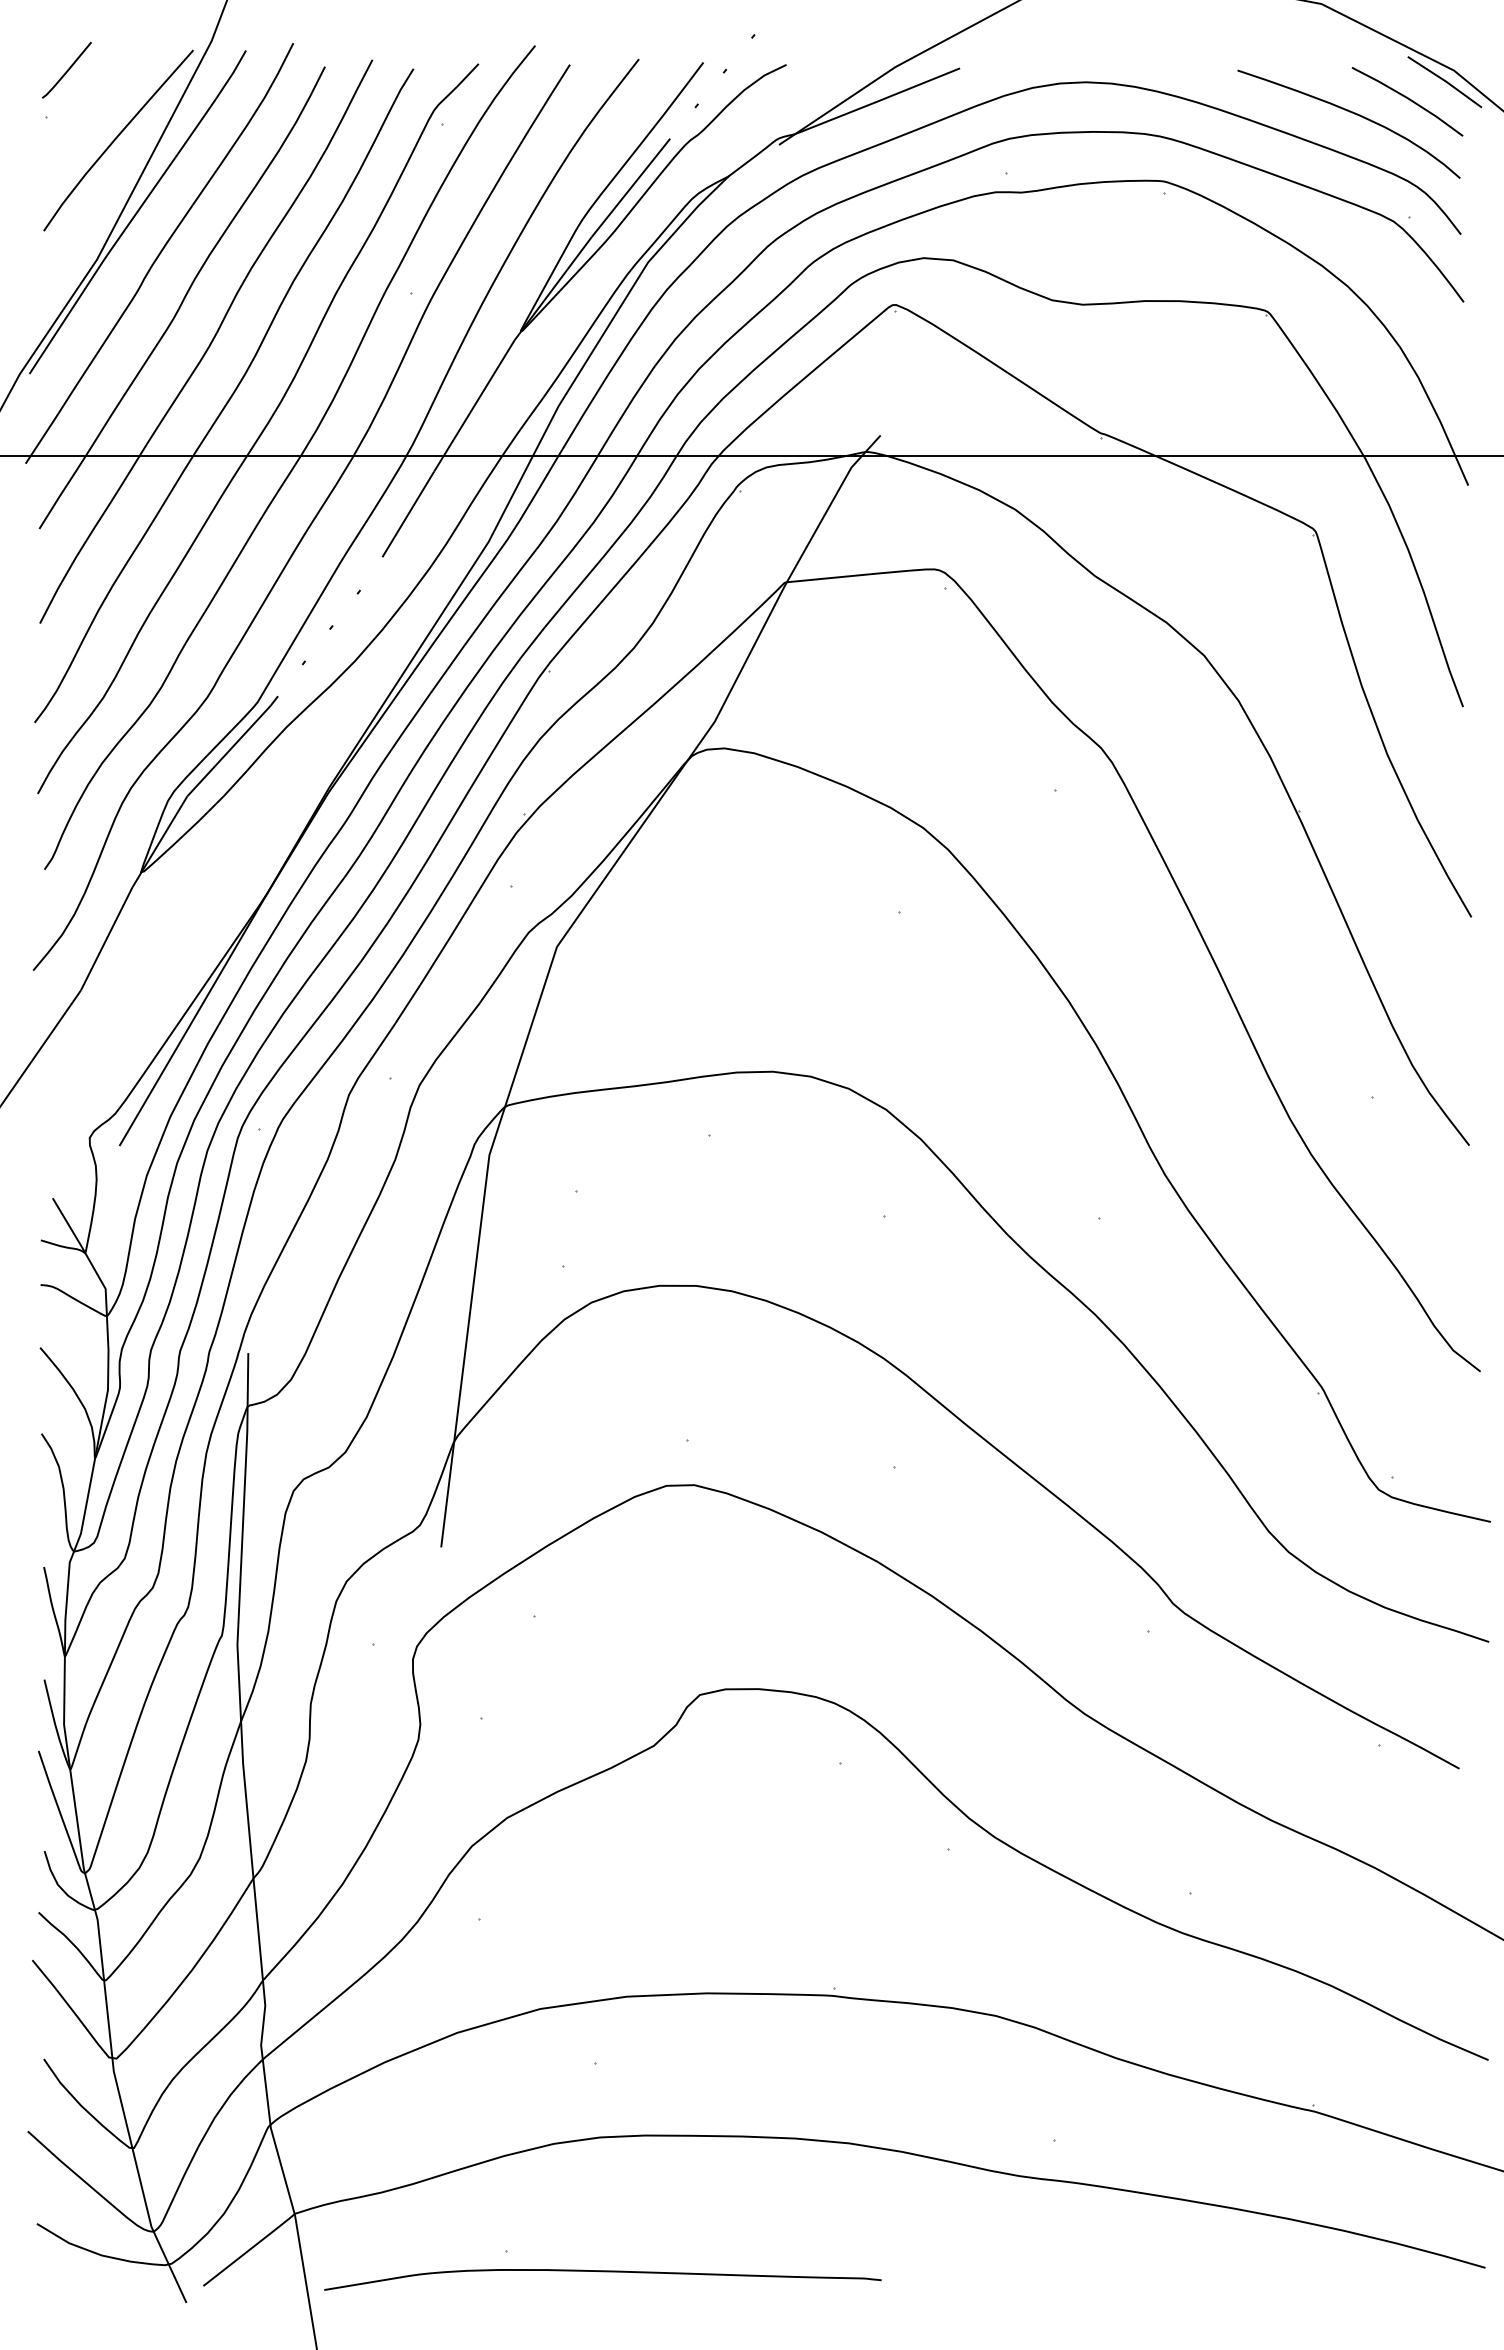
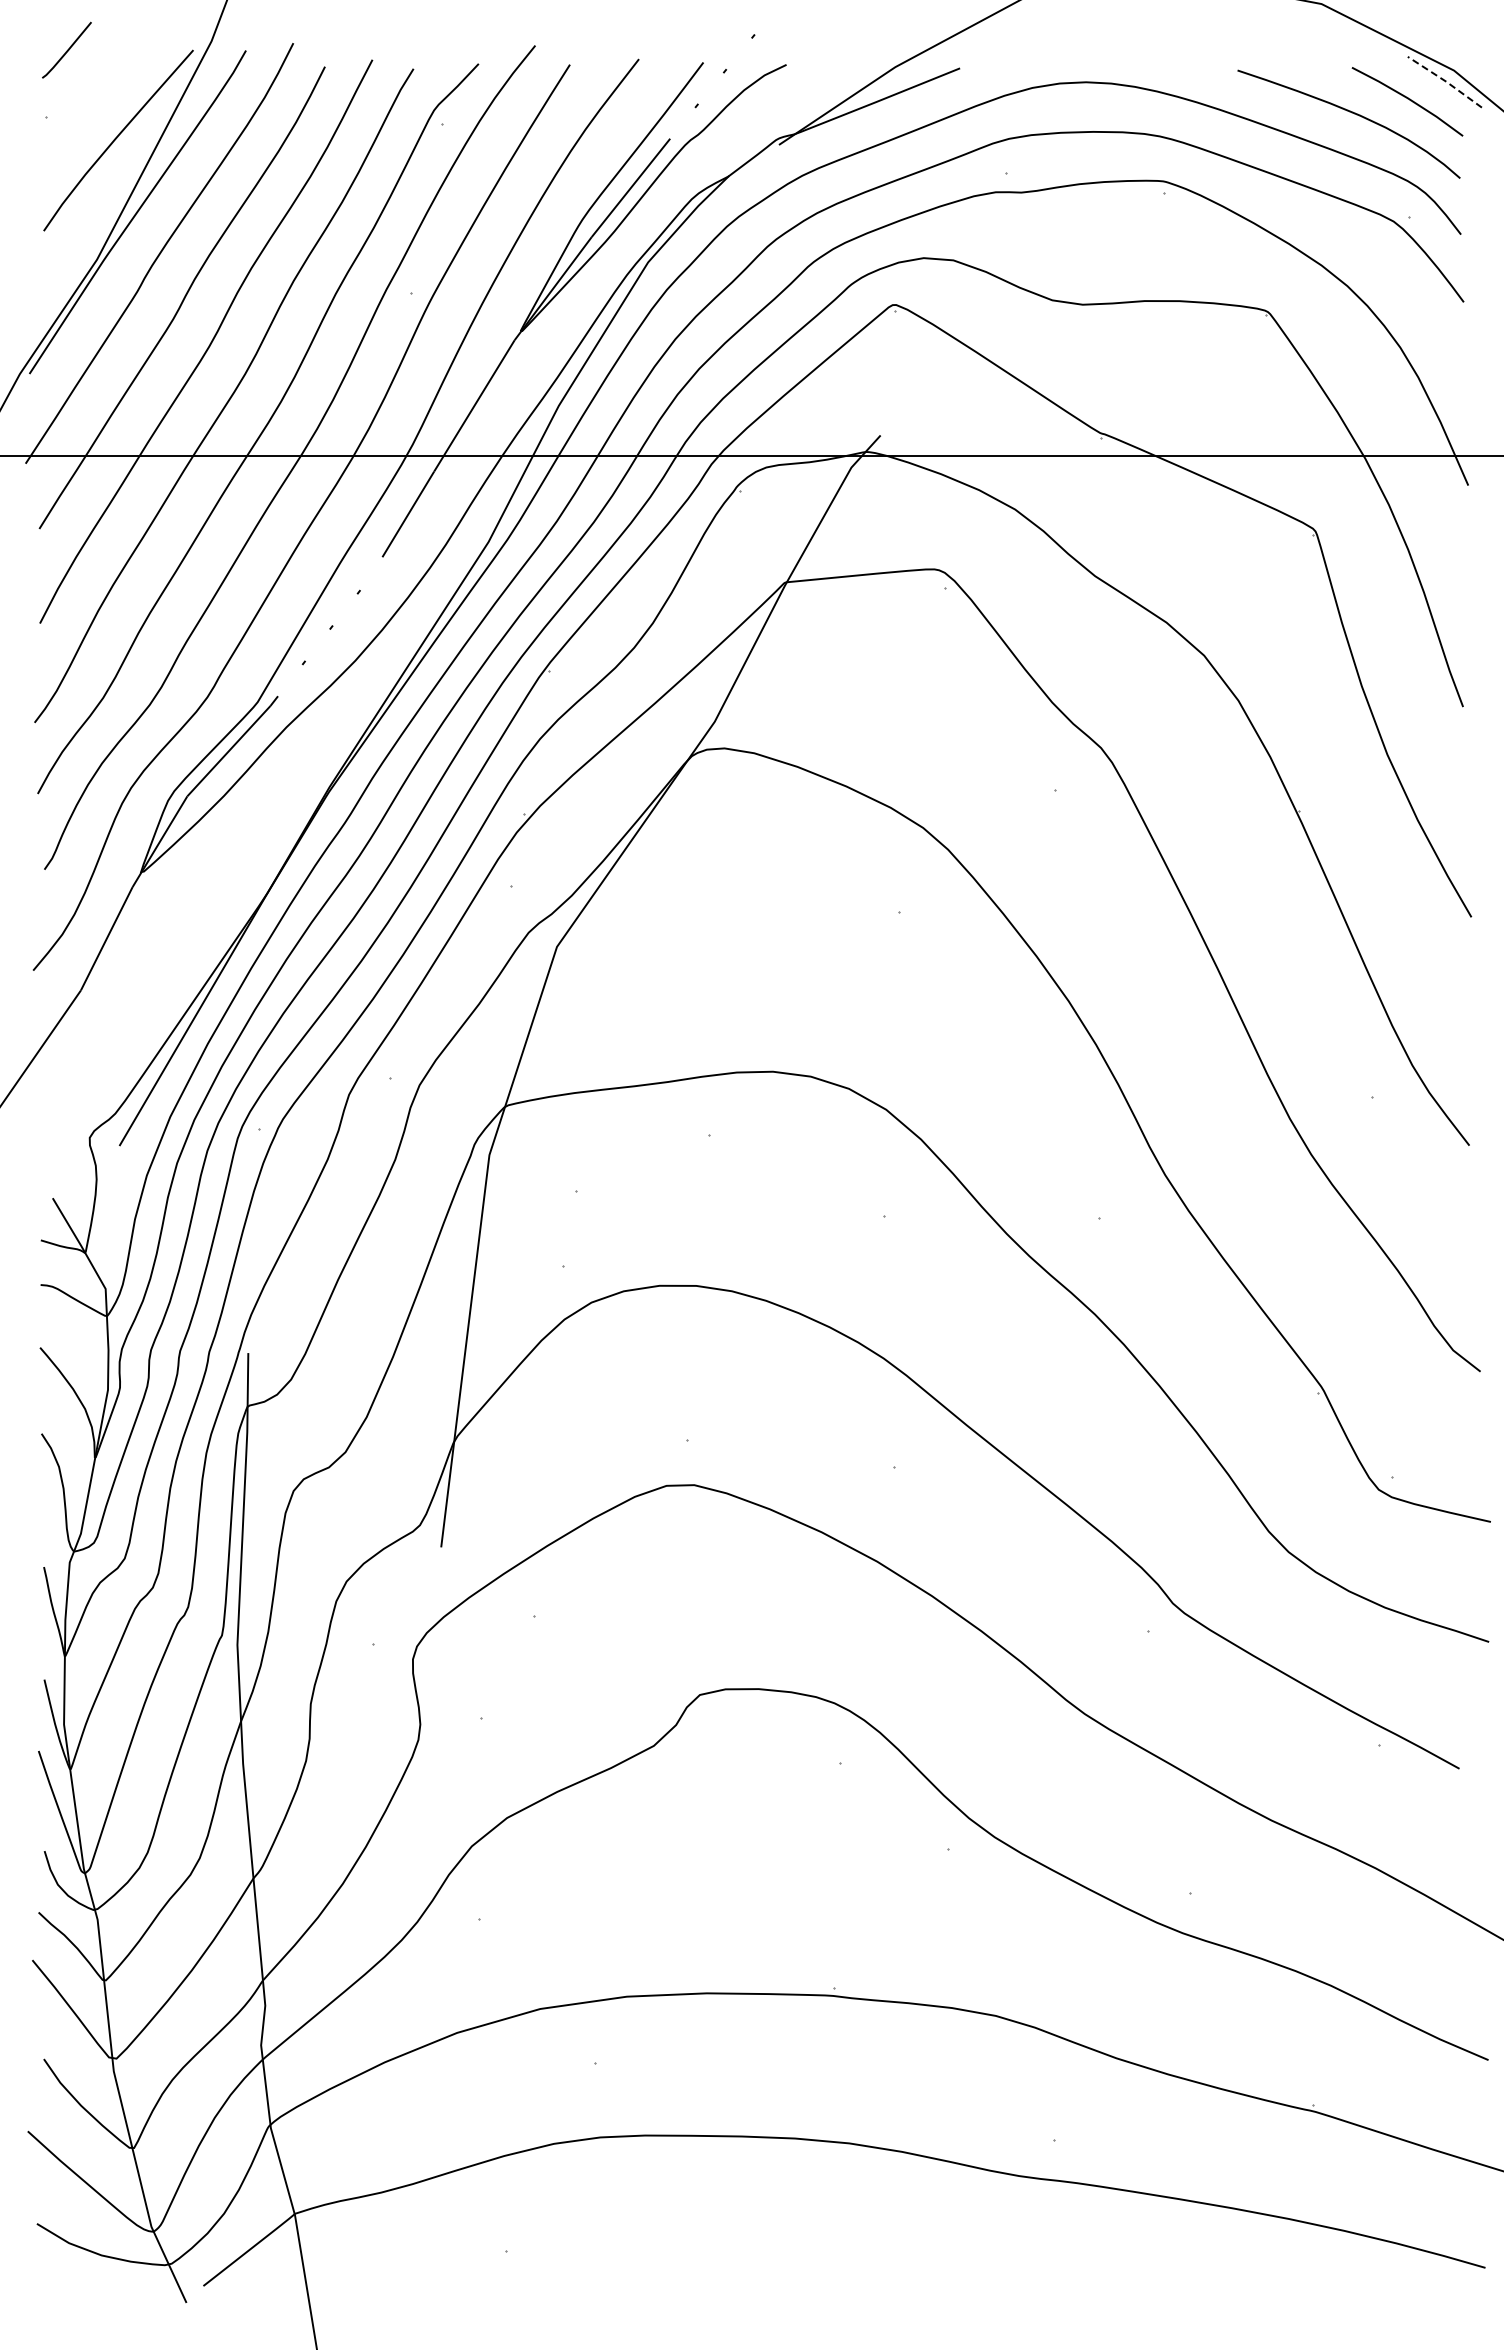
line at (67, 69) position: (67, 69) -> (67, 49)
line at (1446, 81): solid -> dashed
curve at (602, 2272): present -> none
